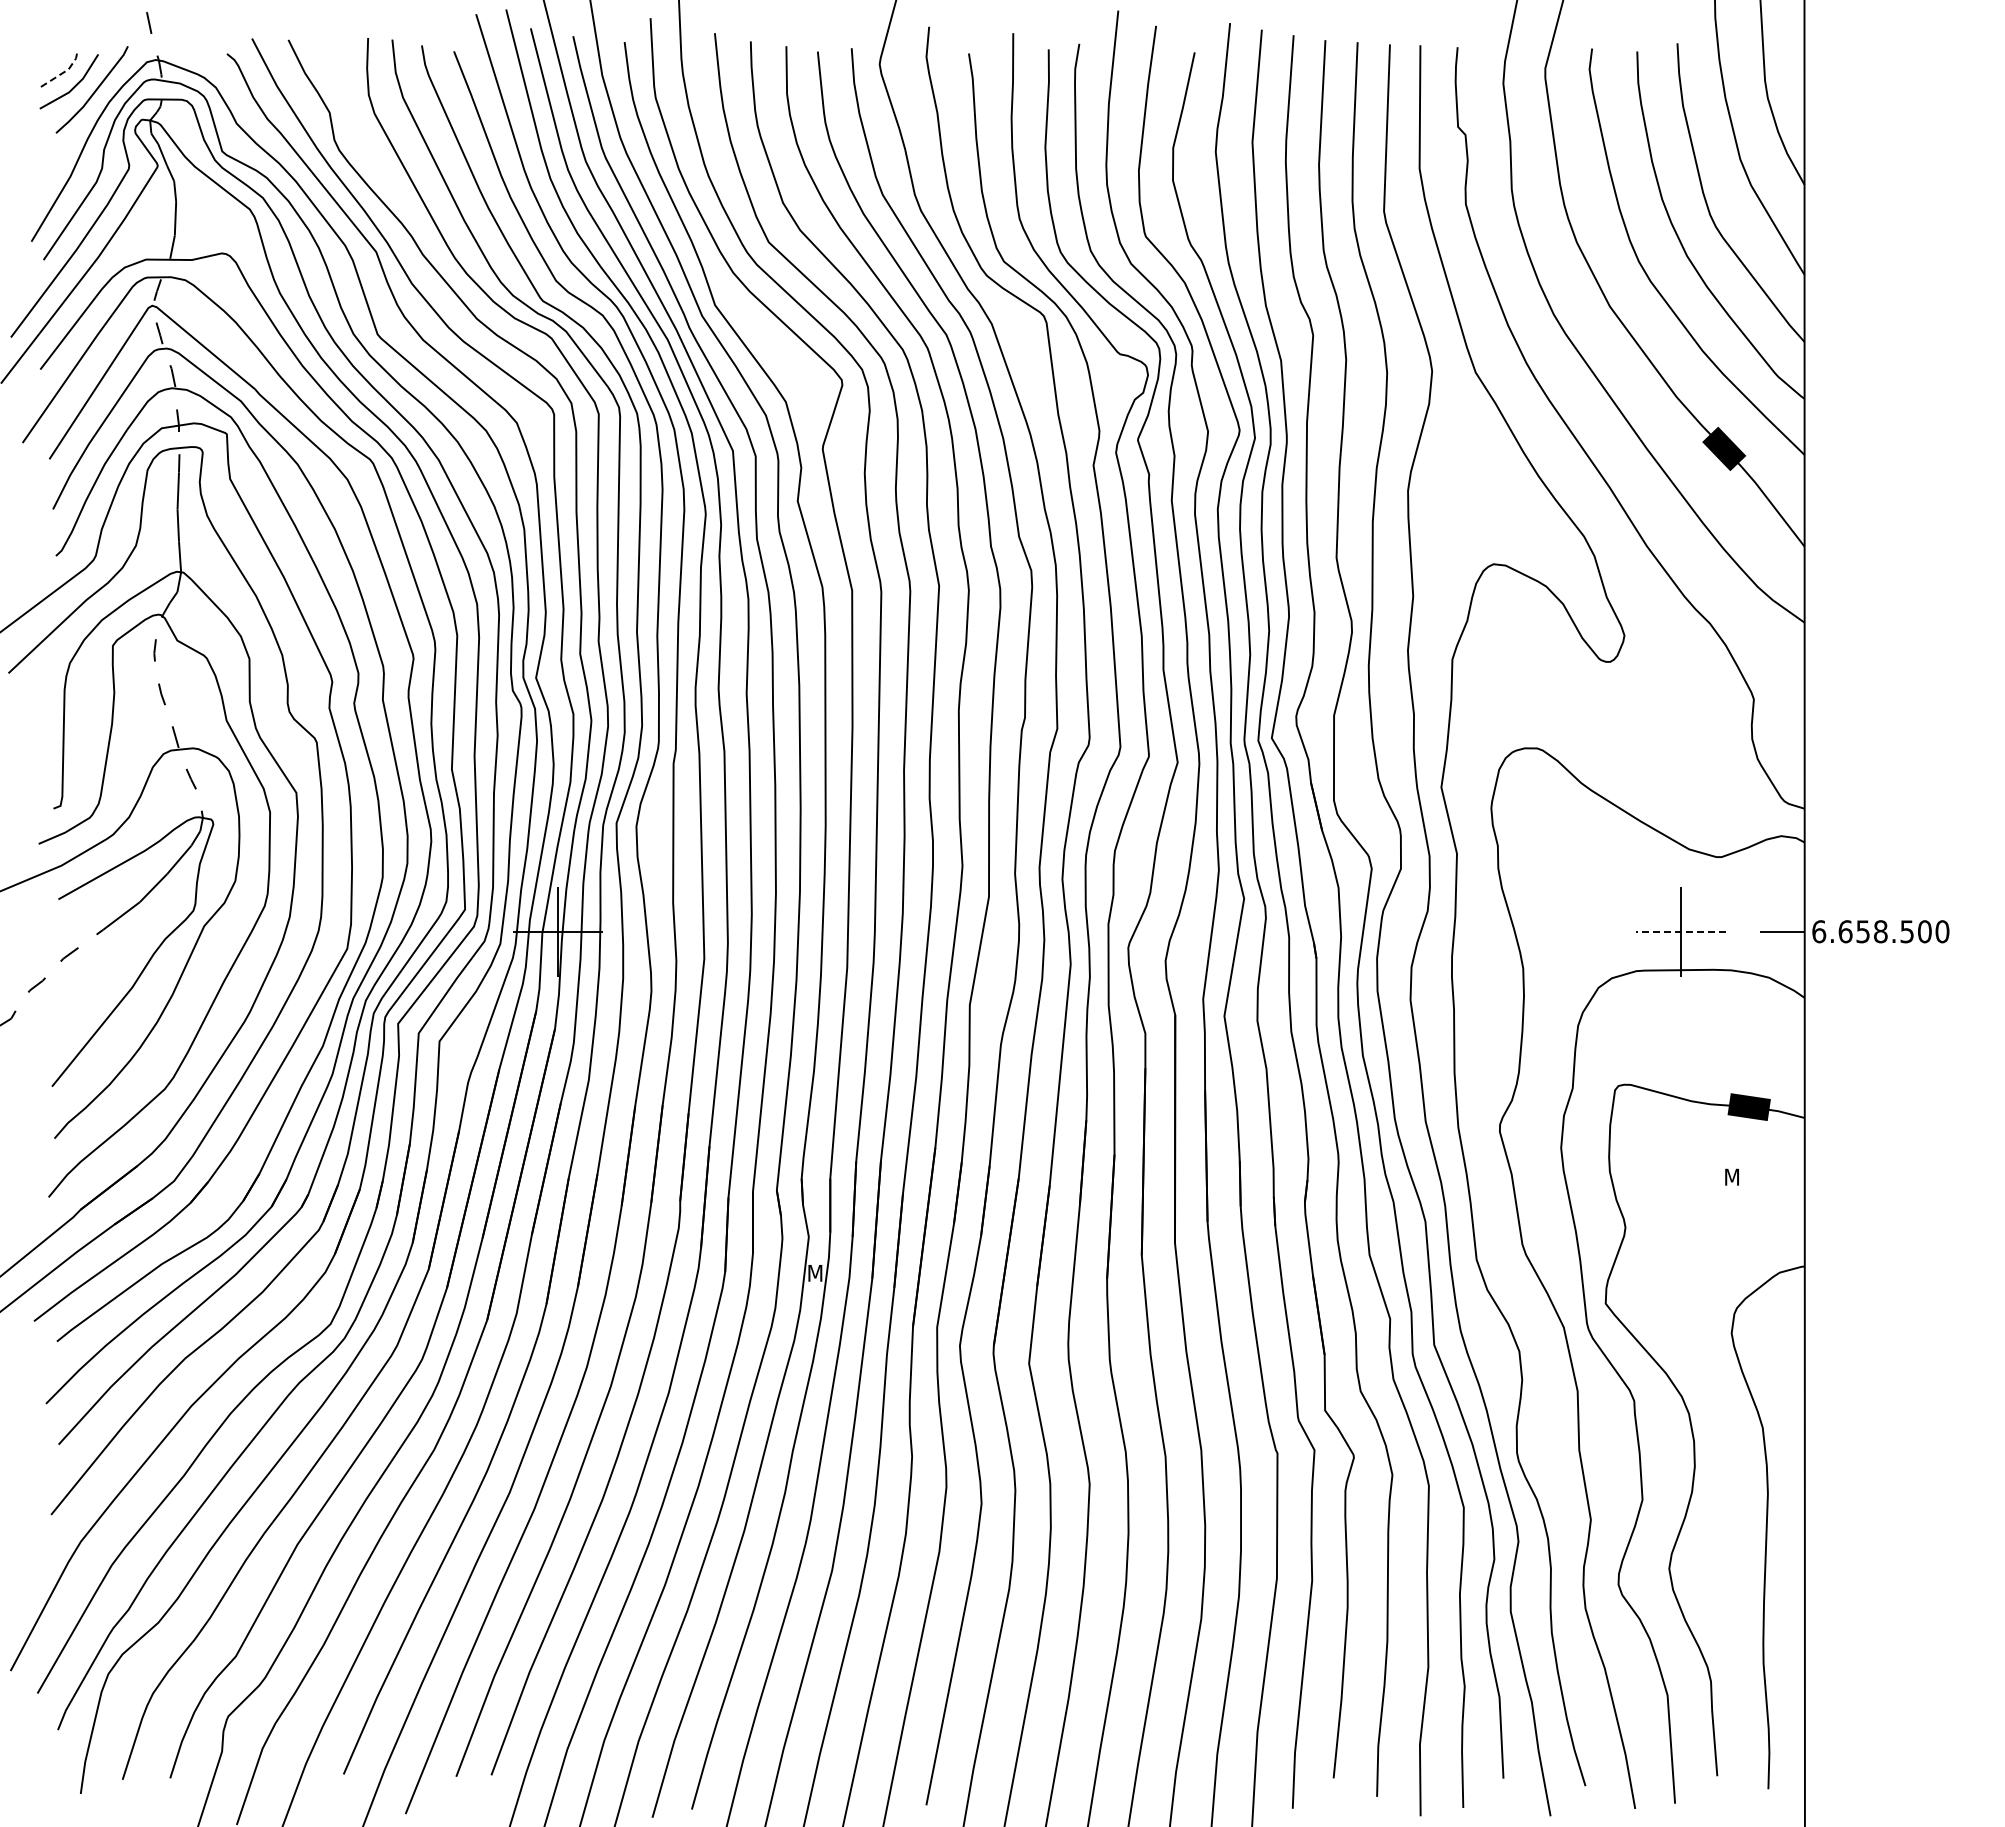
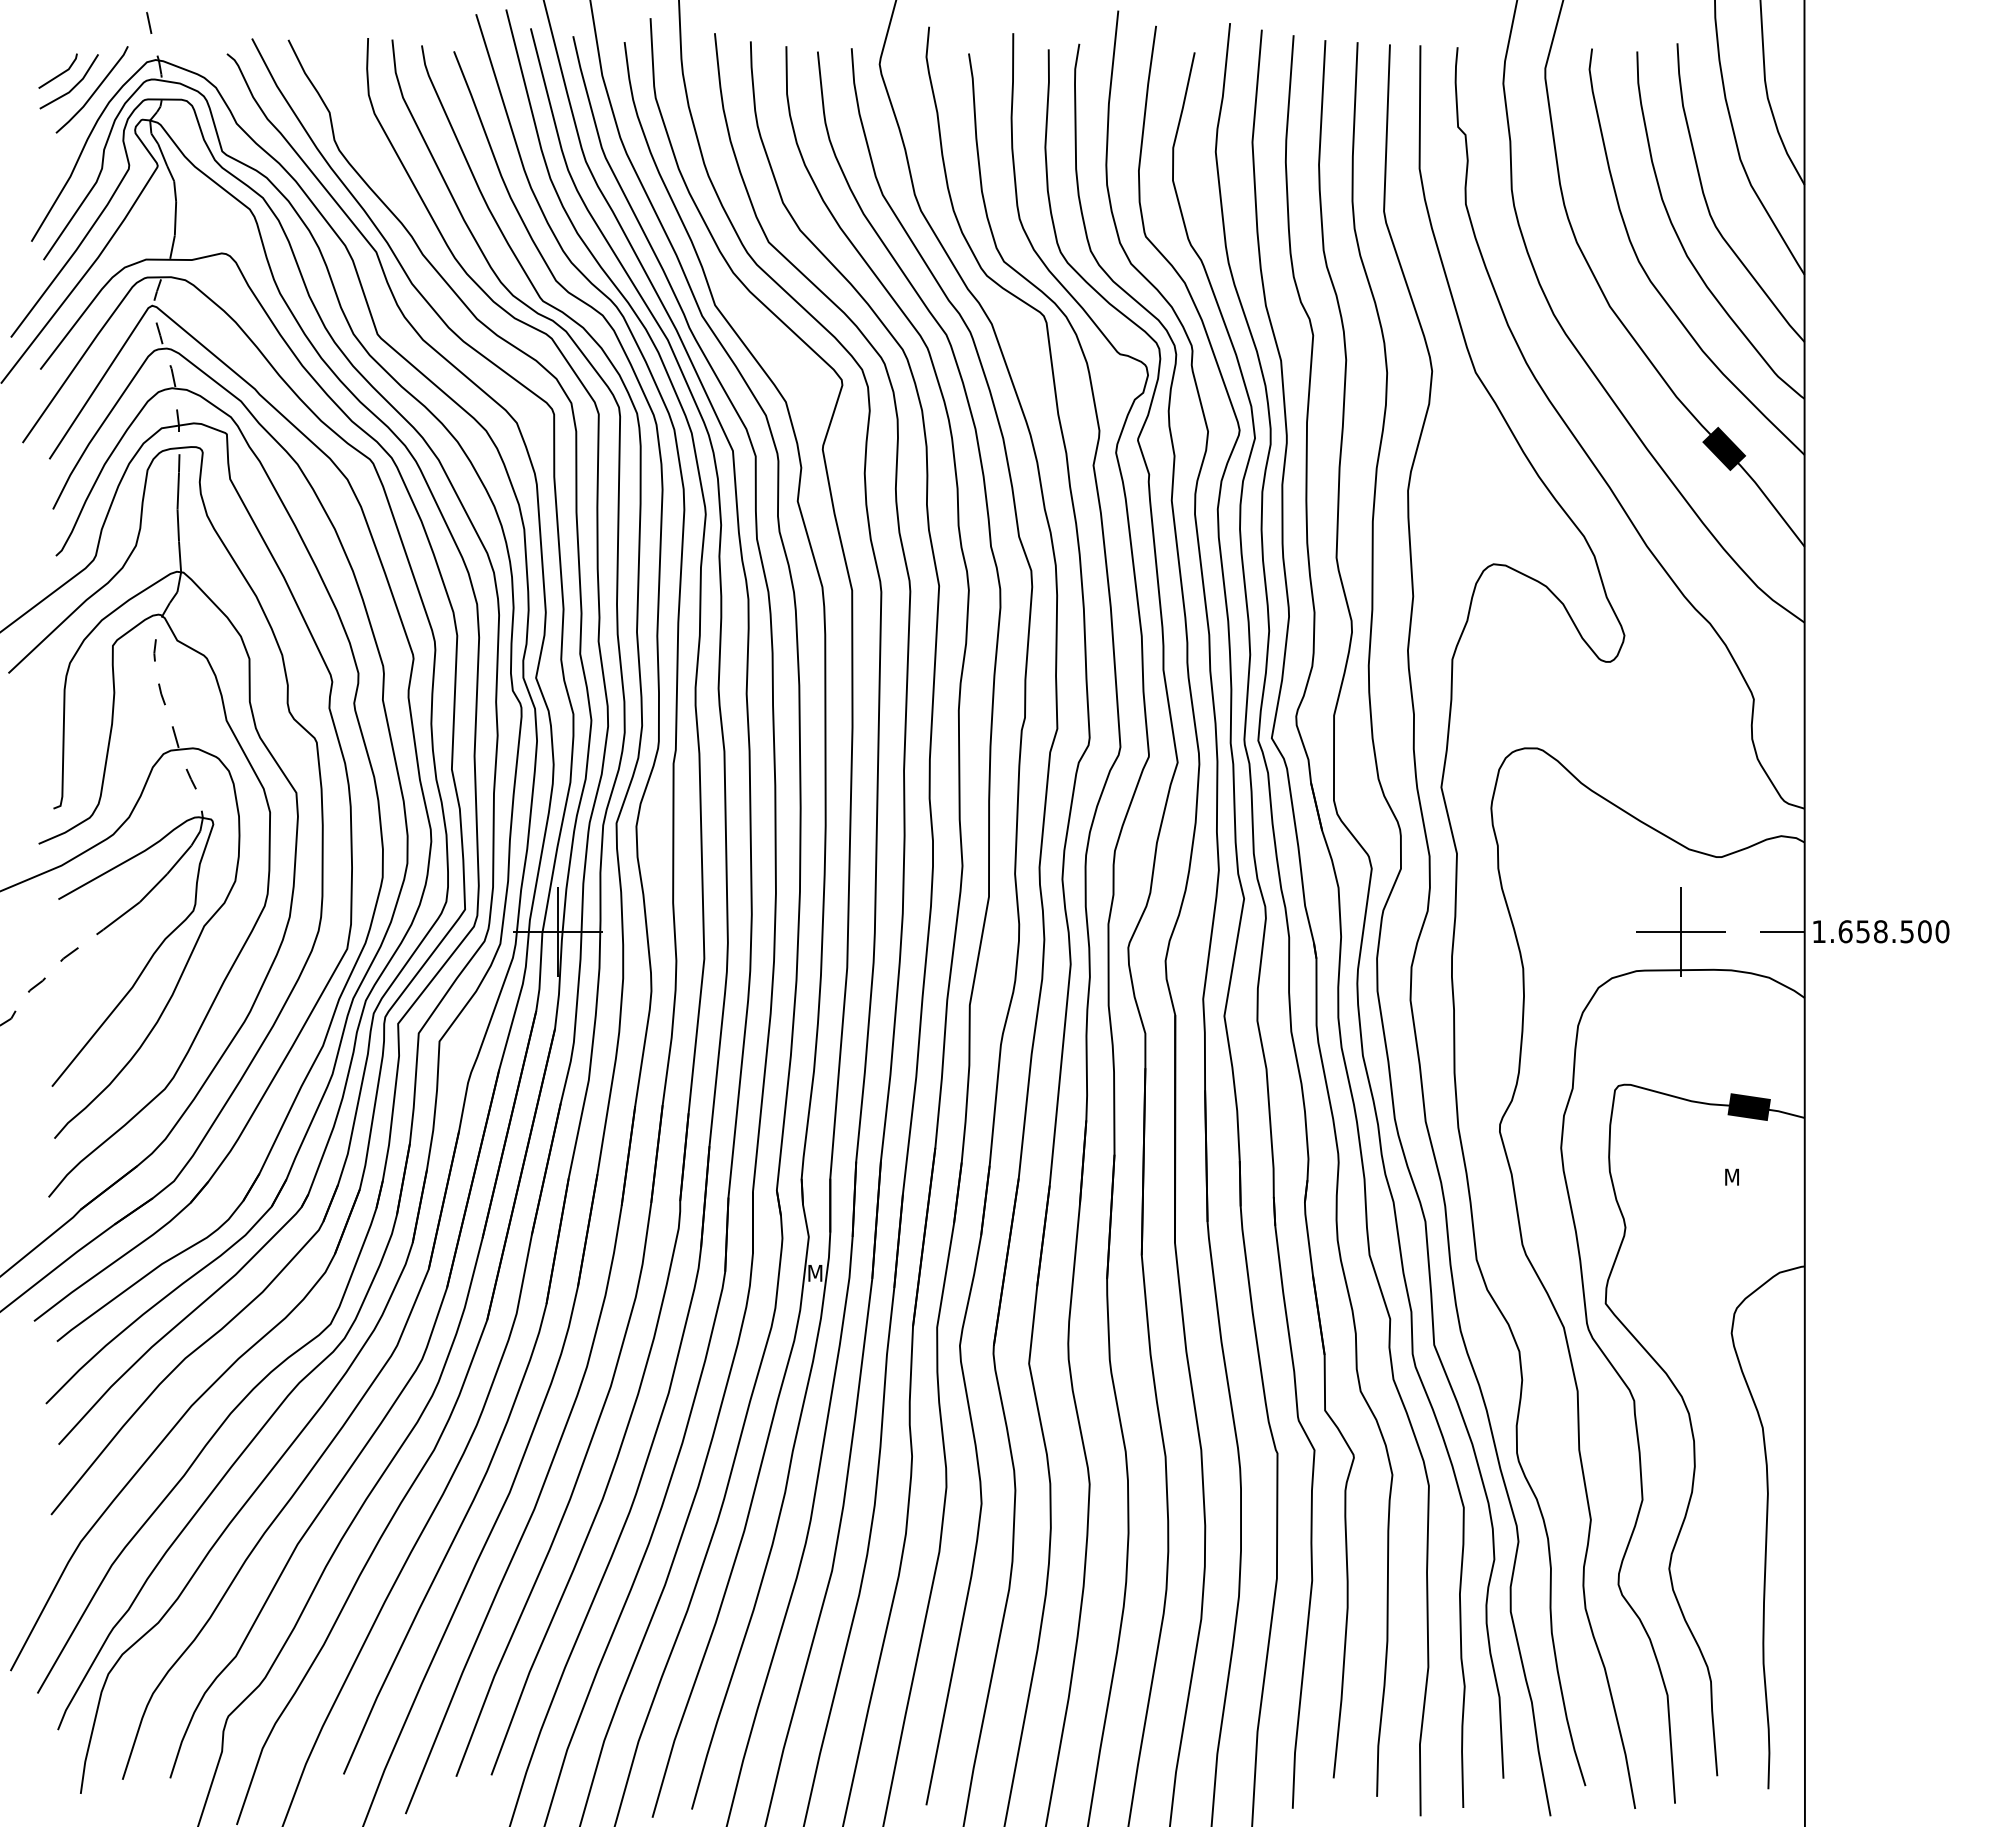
line at (62, 73): dashed -> solid
line at (1680, 931): dashed -> solid
text at (1819, 931): 6.658.500 -> 1.658.500
